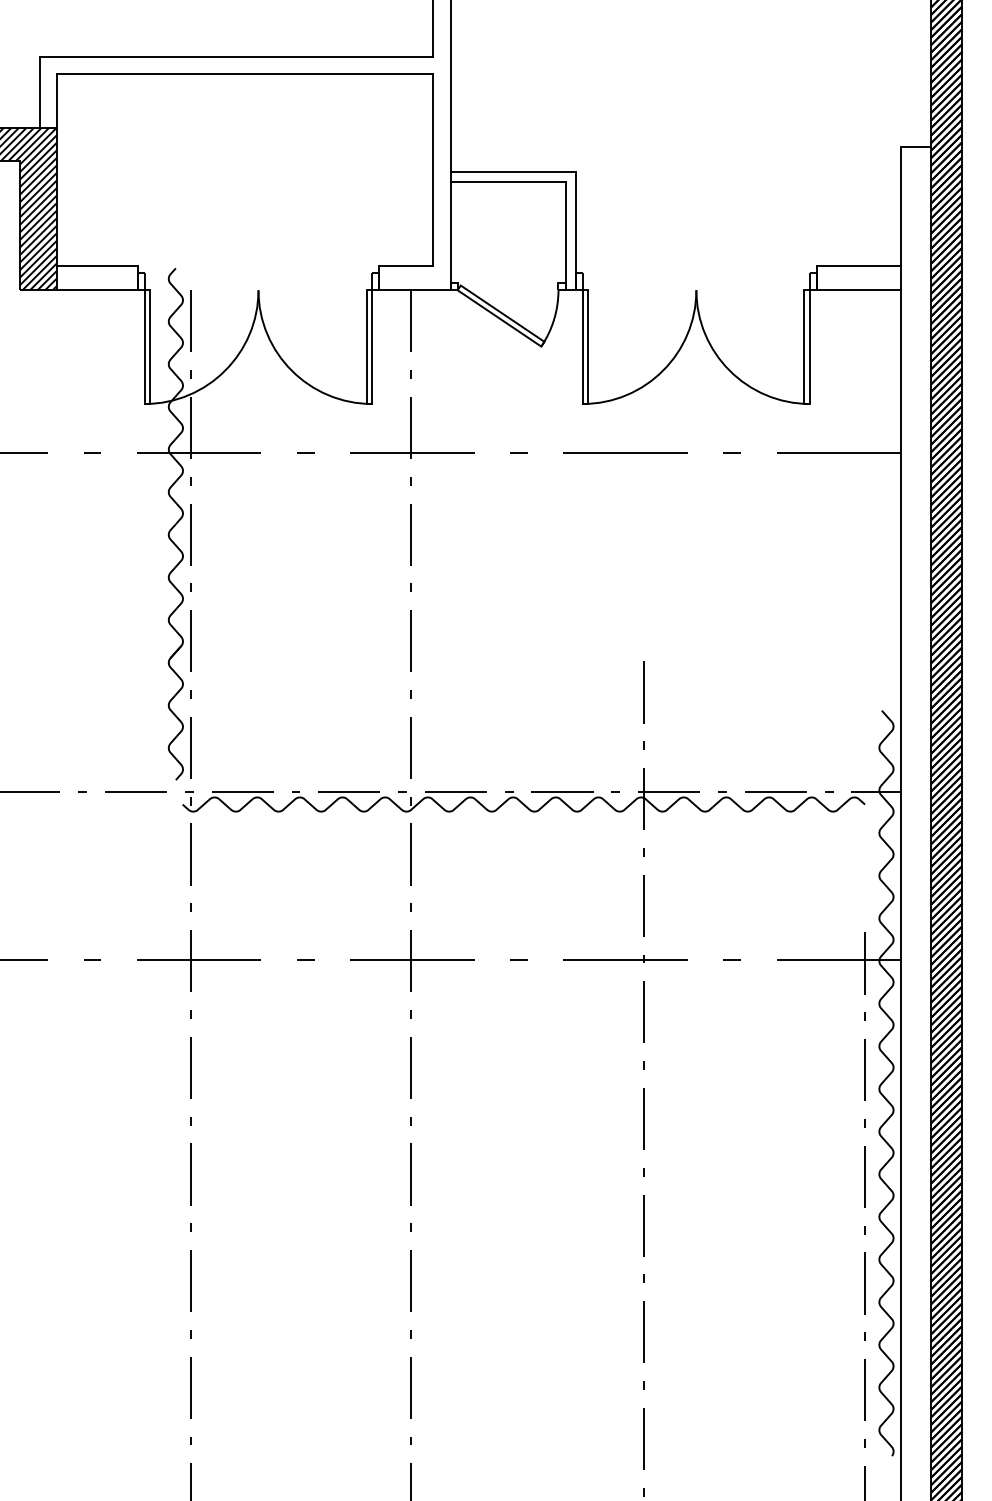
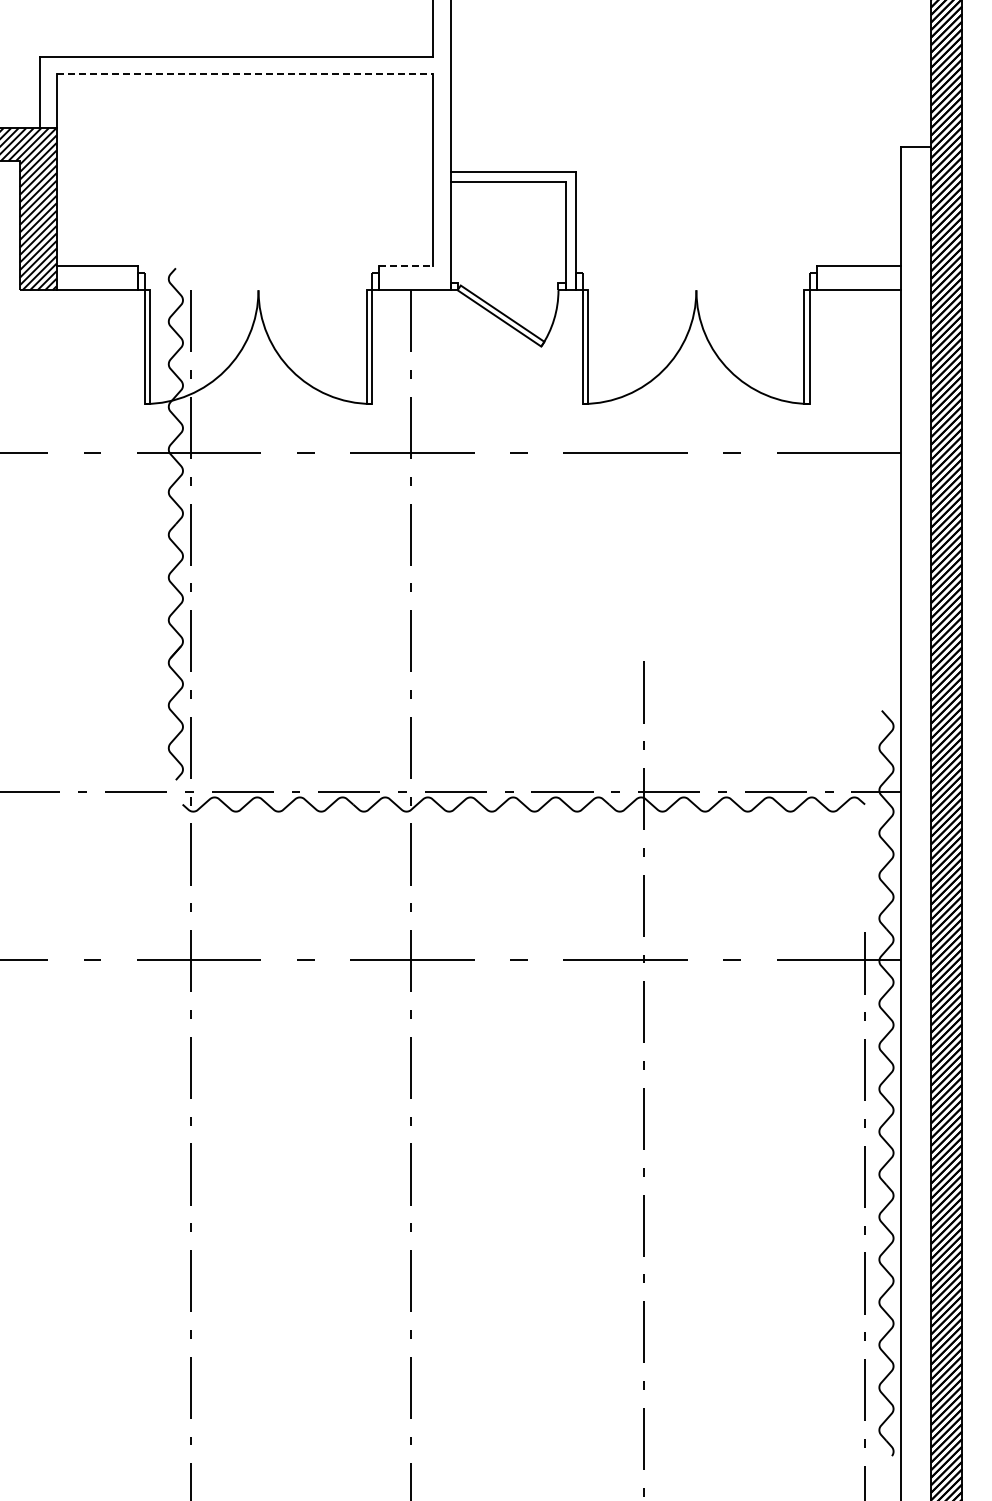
line at (245, 74): solid -> dashed
line at (406, 266): solid -> dashed
